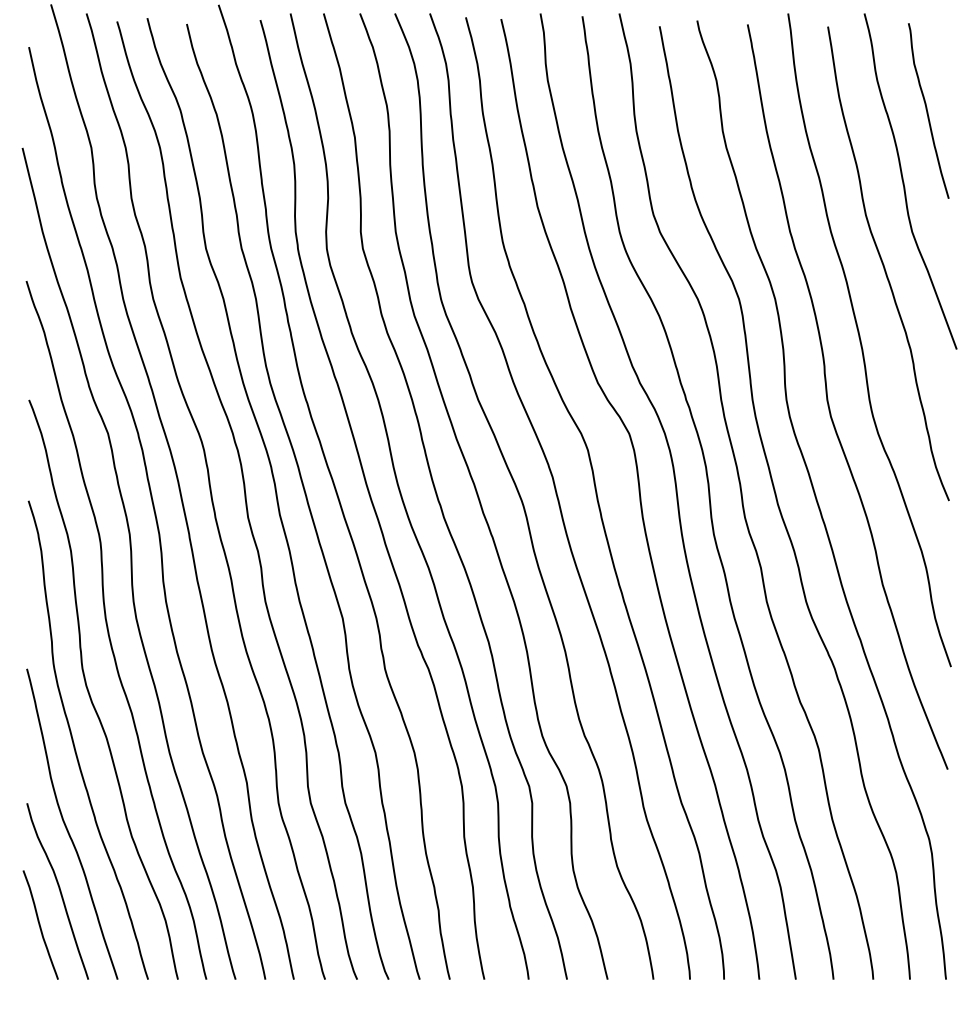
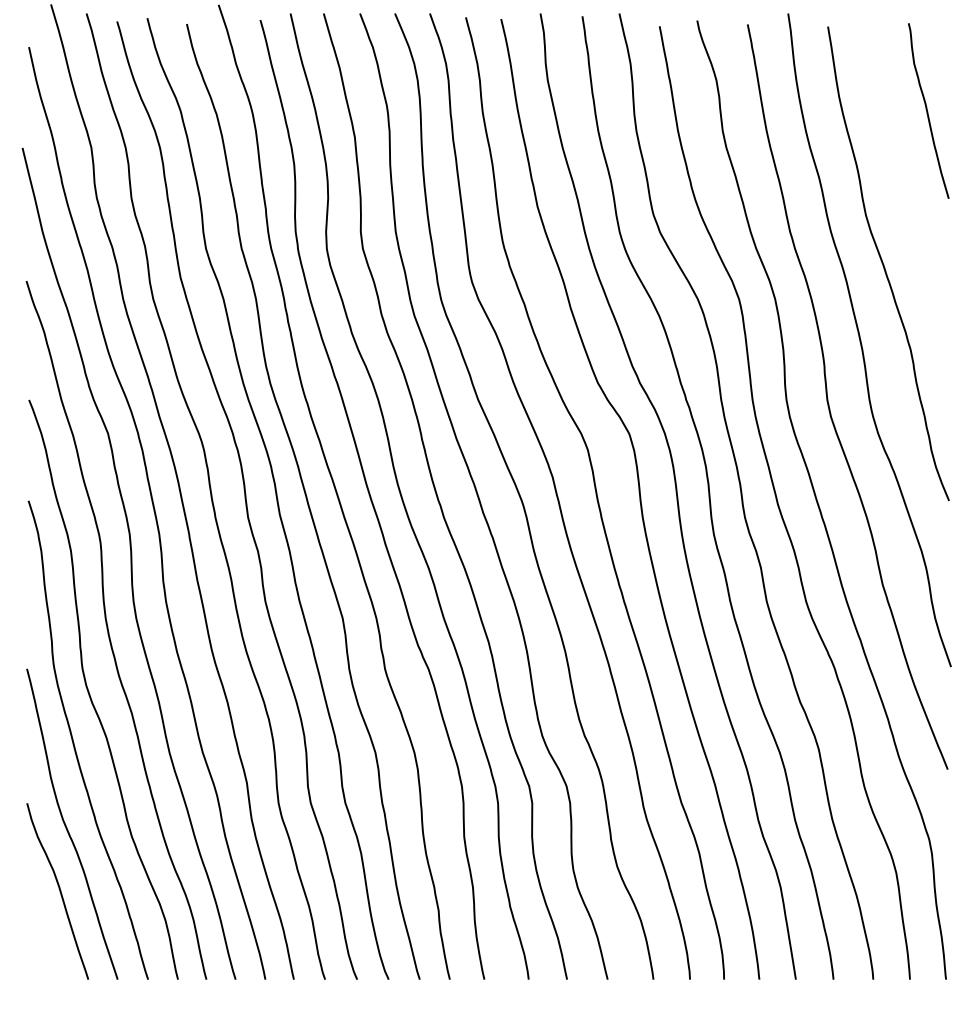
curve at (904, 182): present -> none
curve at (40, 924): present -> none
